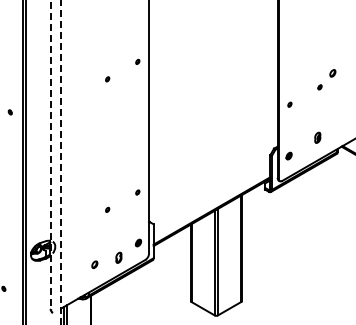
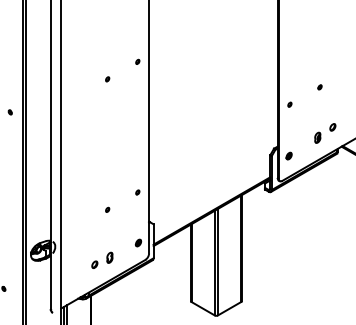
part at (332, 73) position: (332, 73) -> (332, 127)
line at (51, 155): dashed -> solid
line at (61, 163): dashed -> solid
part at (118, 257) position: (118, 257) -> (109, 257)
